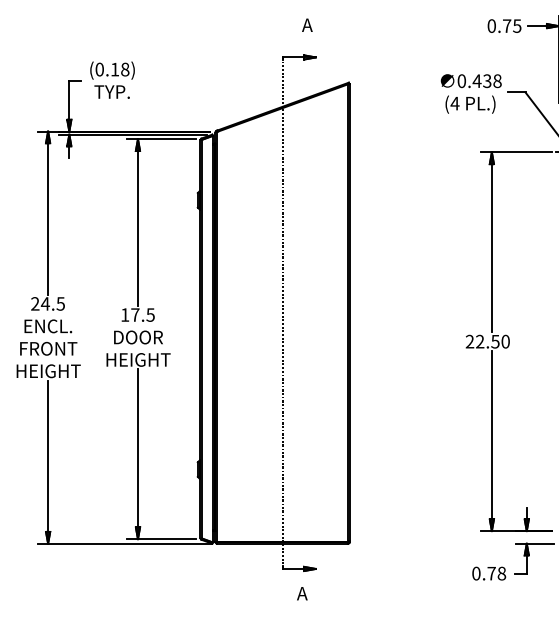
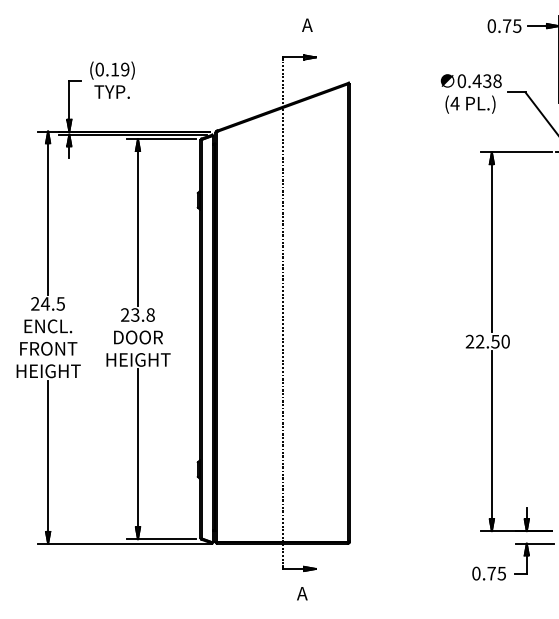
text at (125, 69): (0.18) -> (0.19)
text at (137, 314): 17.5 -> 23.8
text at (501, 573): 0.78 -> 0.75
